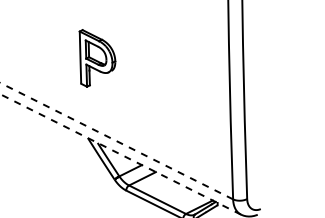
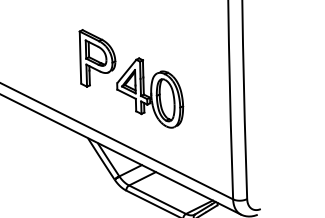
part at (150, 92): none -> present
line at (116, 141): dashed -> solid
line at (120, 154): dashed -> solid
